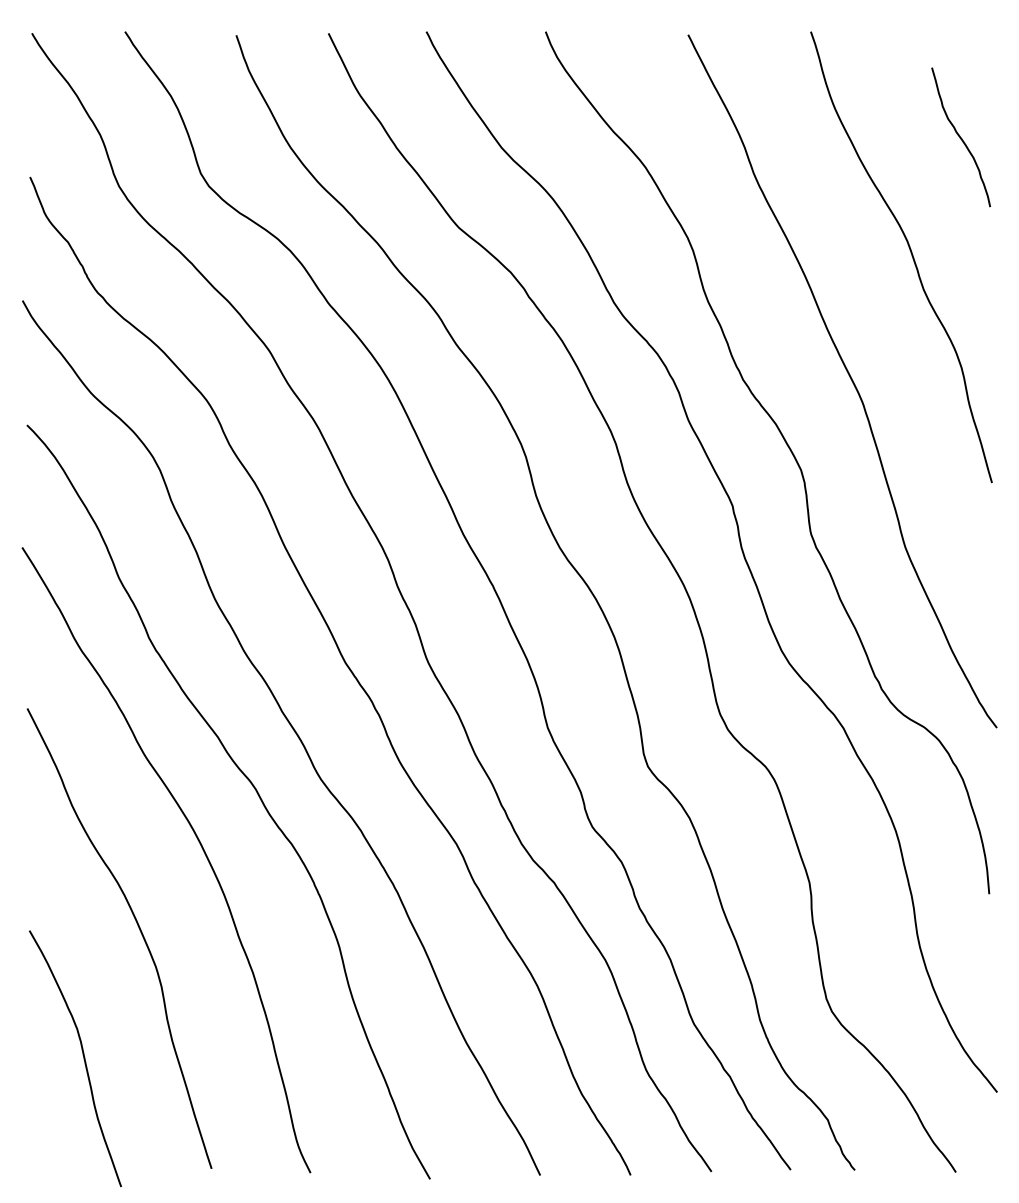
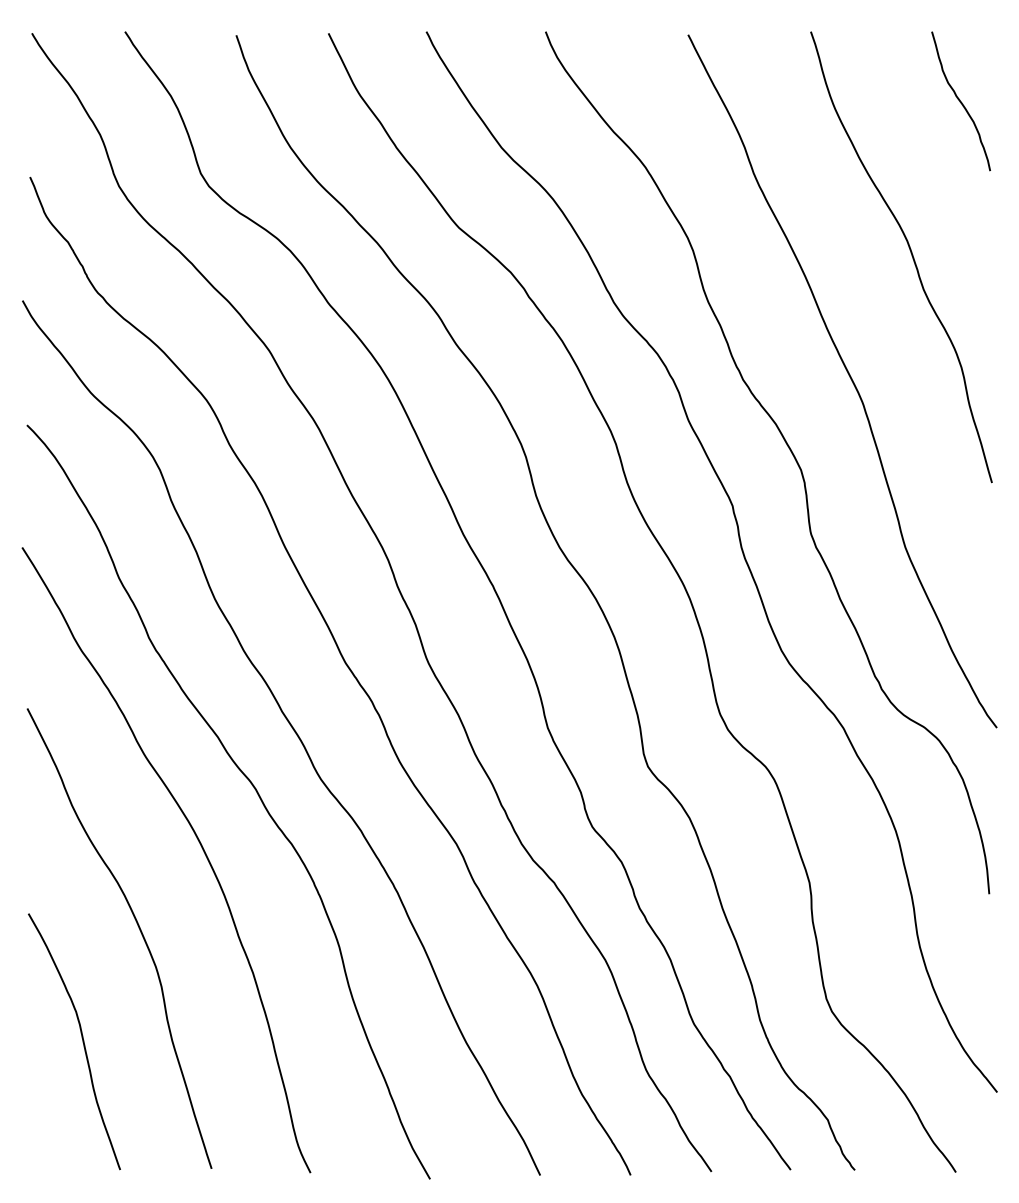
curve at (960, 137) position: (960, 137) -> (960, 101)
curve at (82, 1055) position: (82, 1055) -> (81, 1038)
